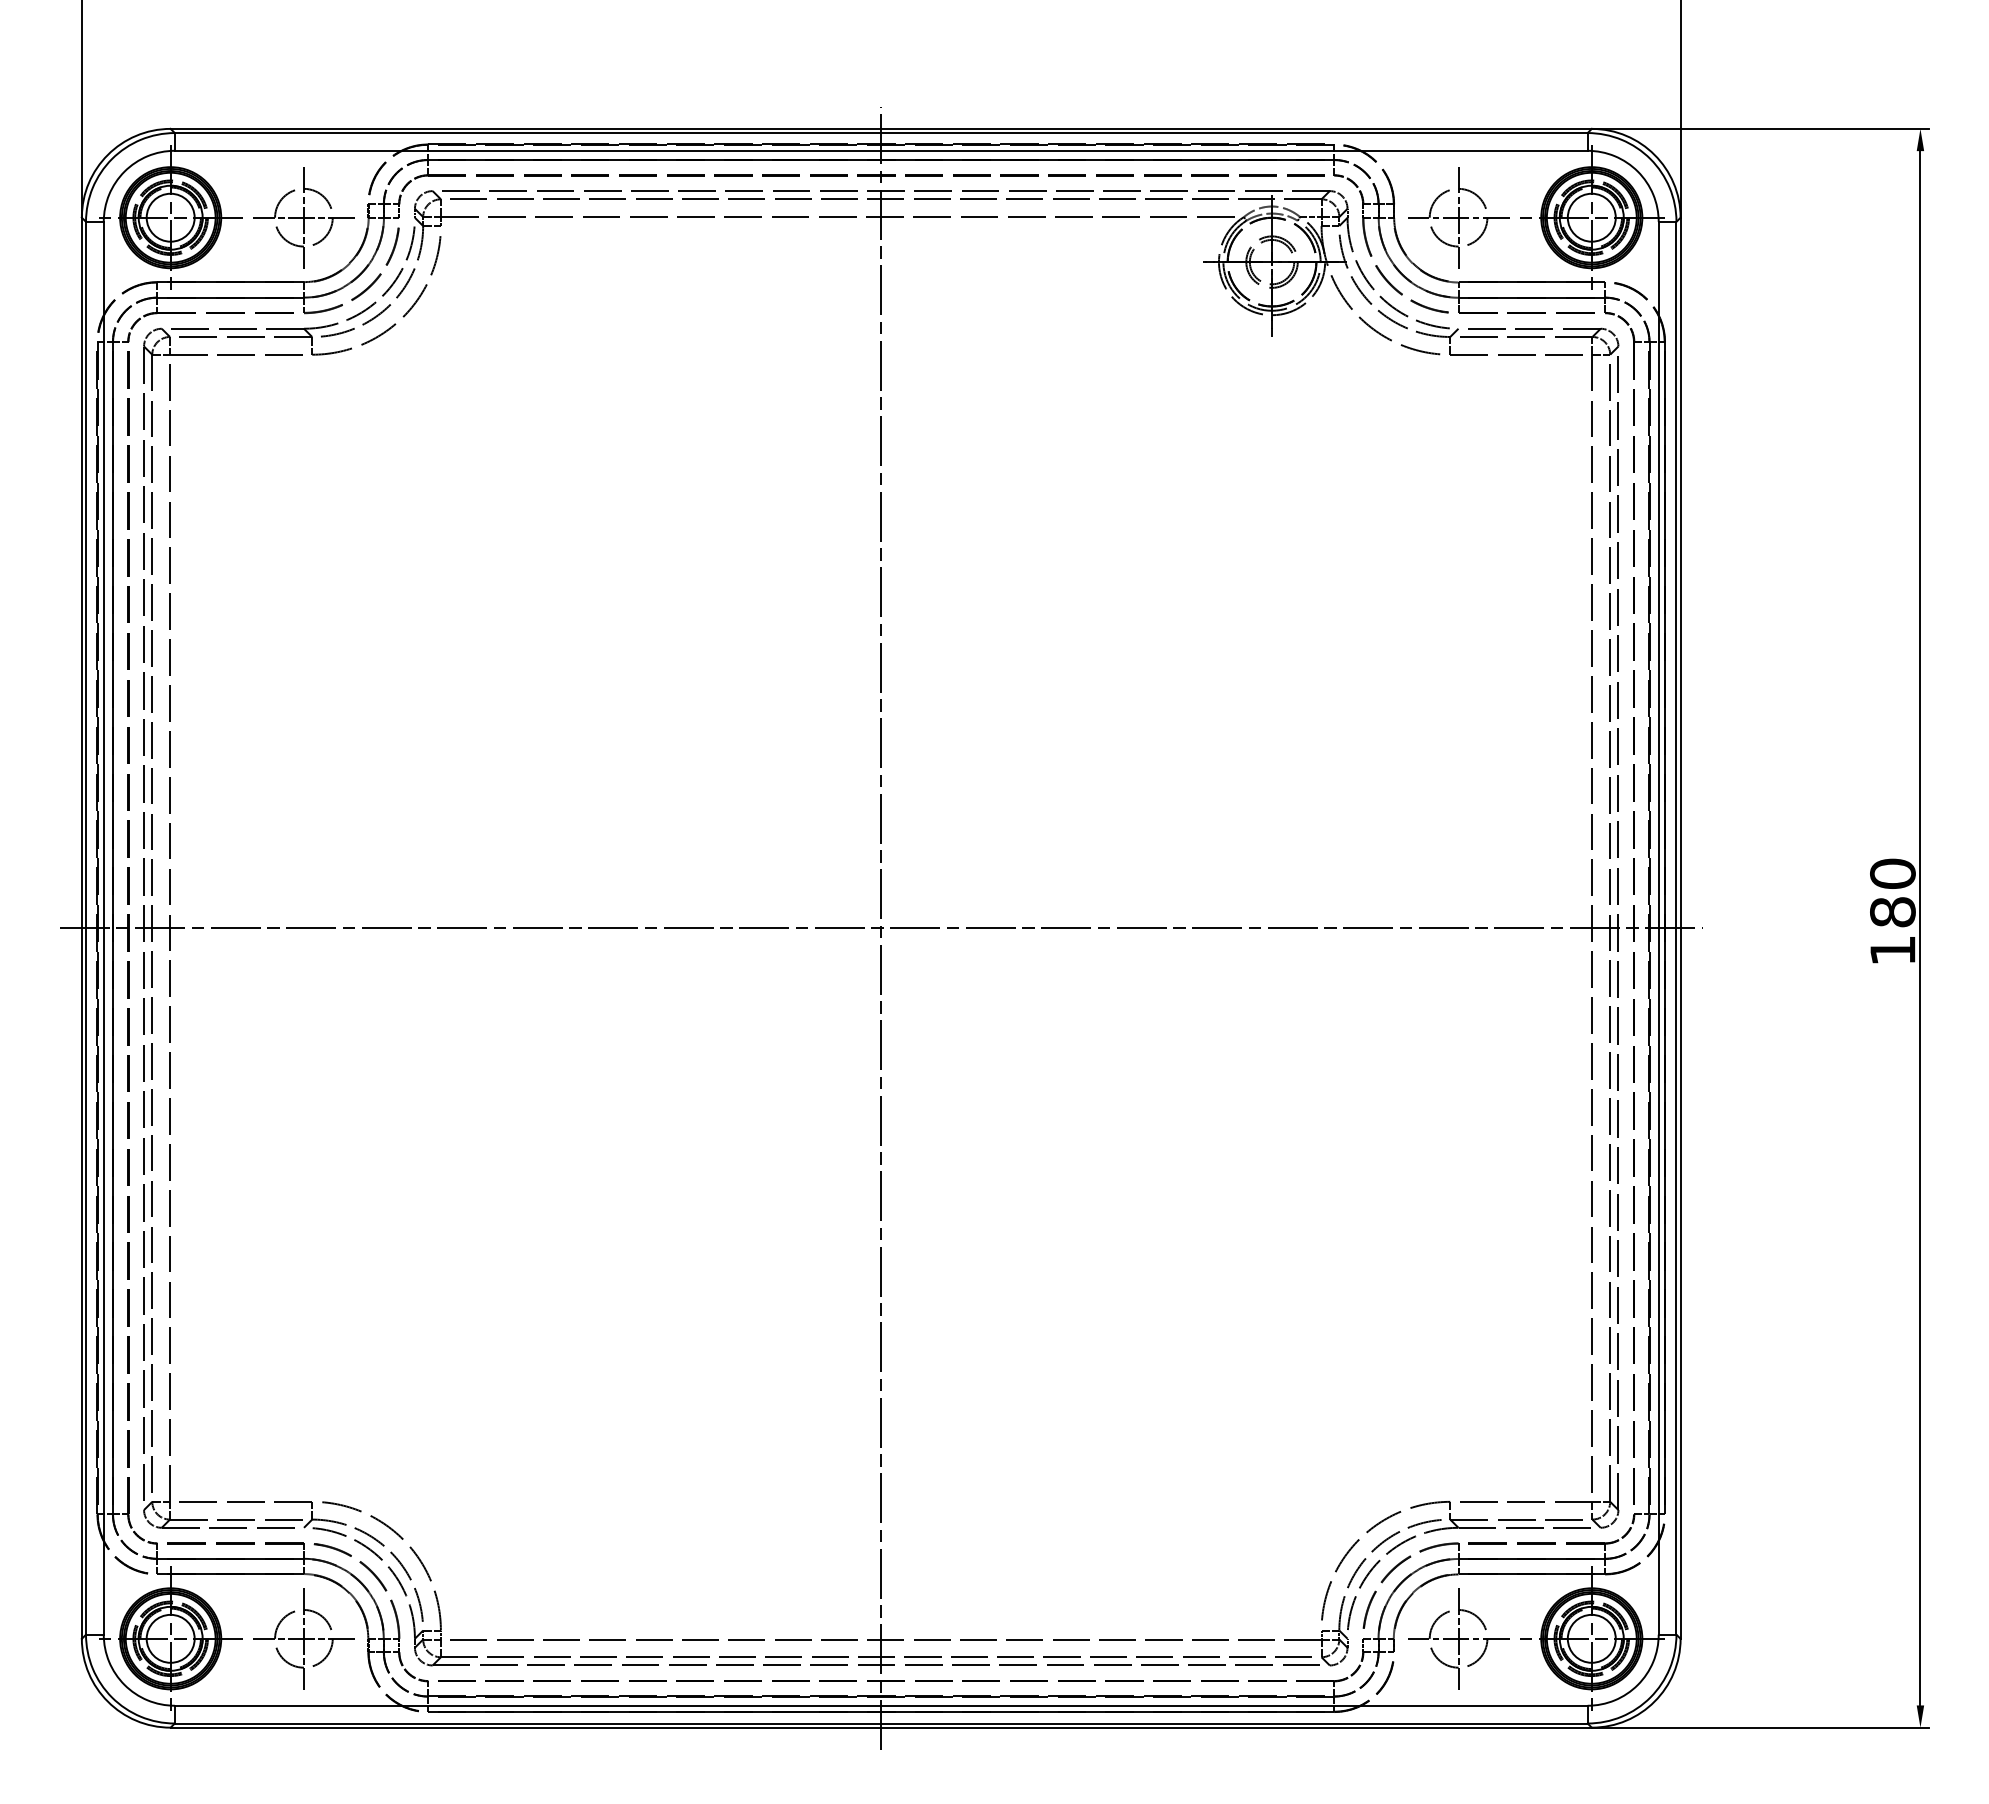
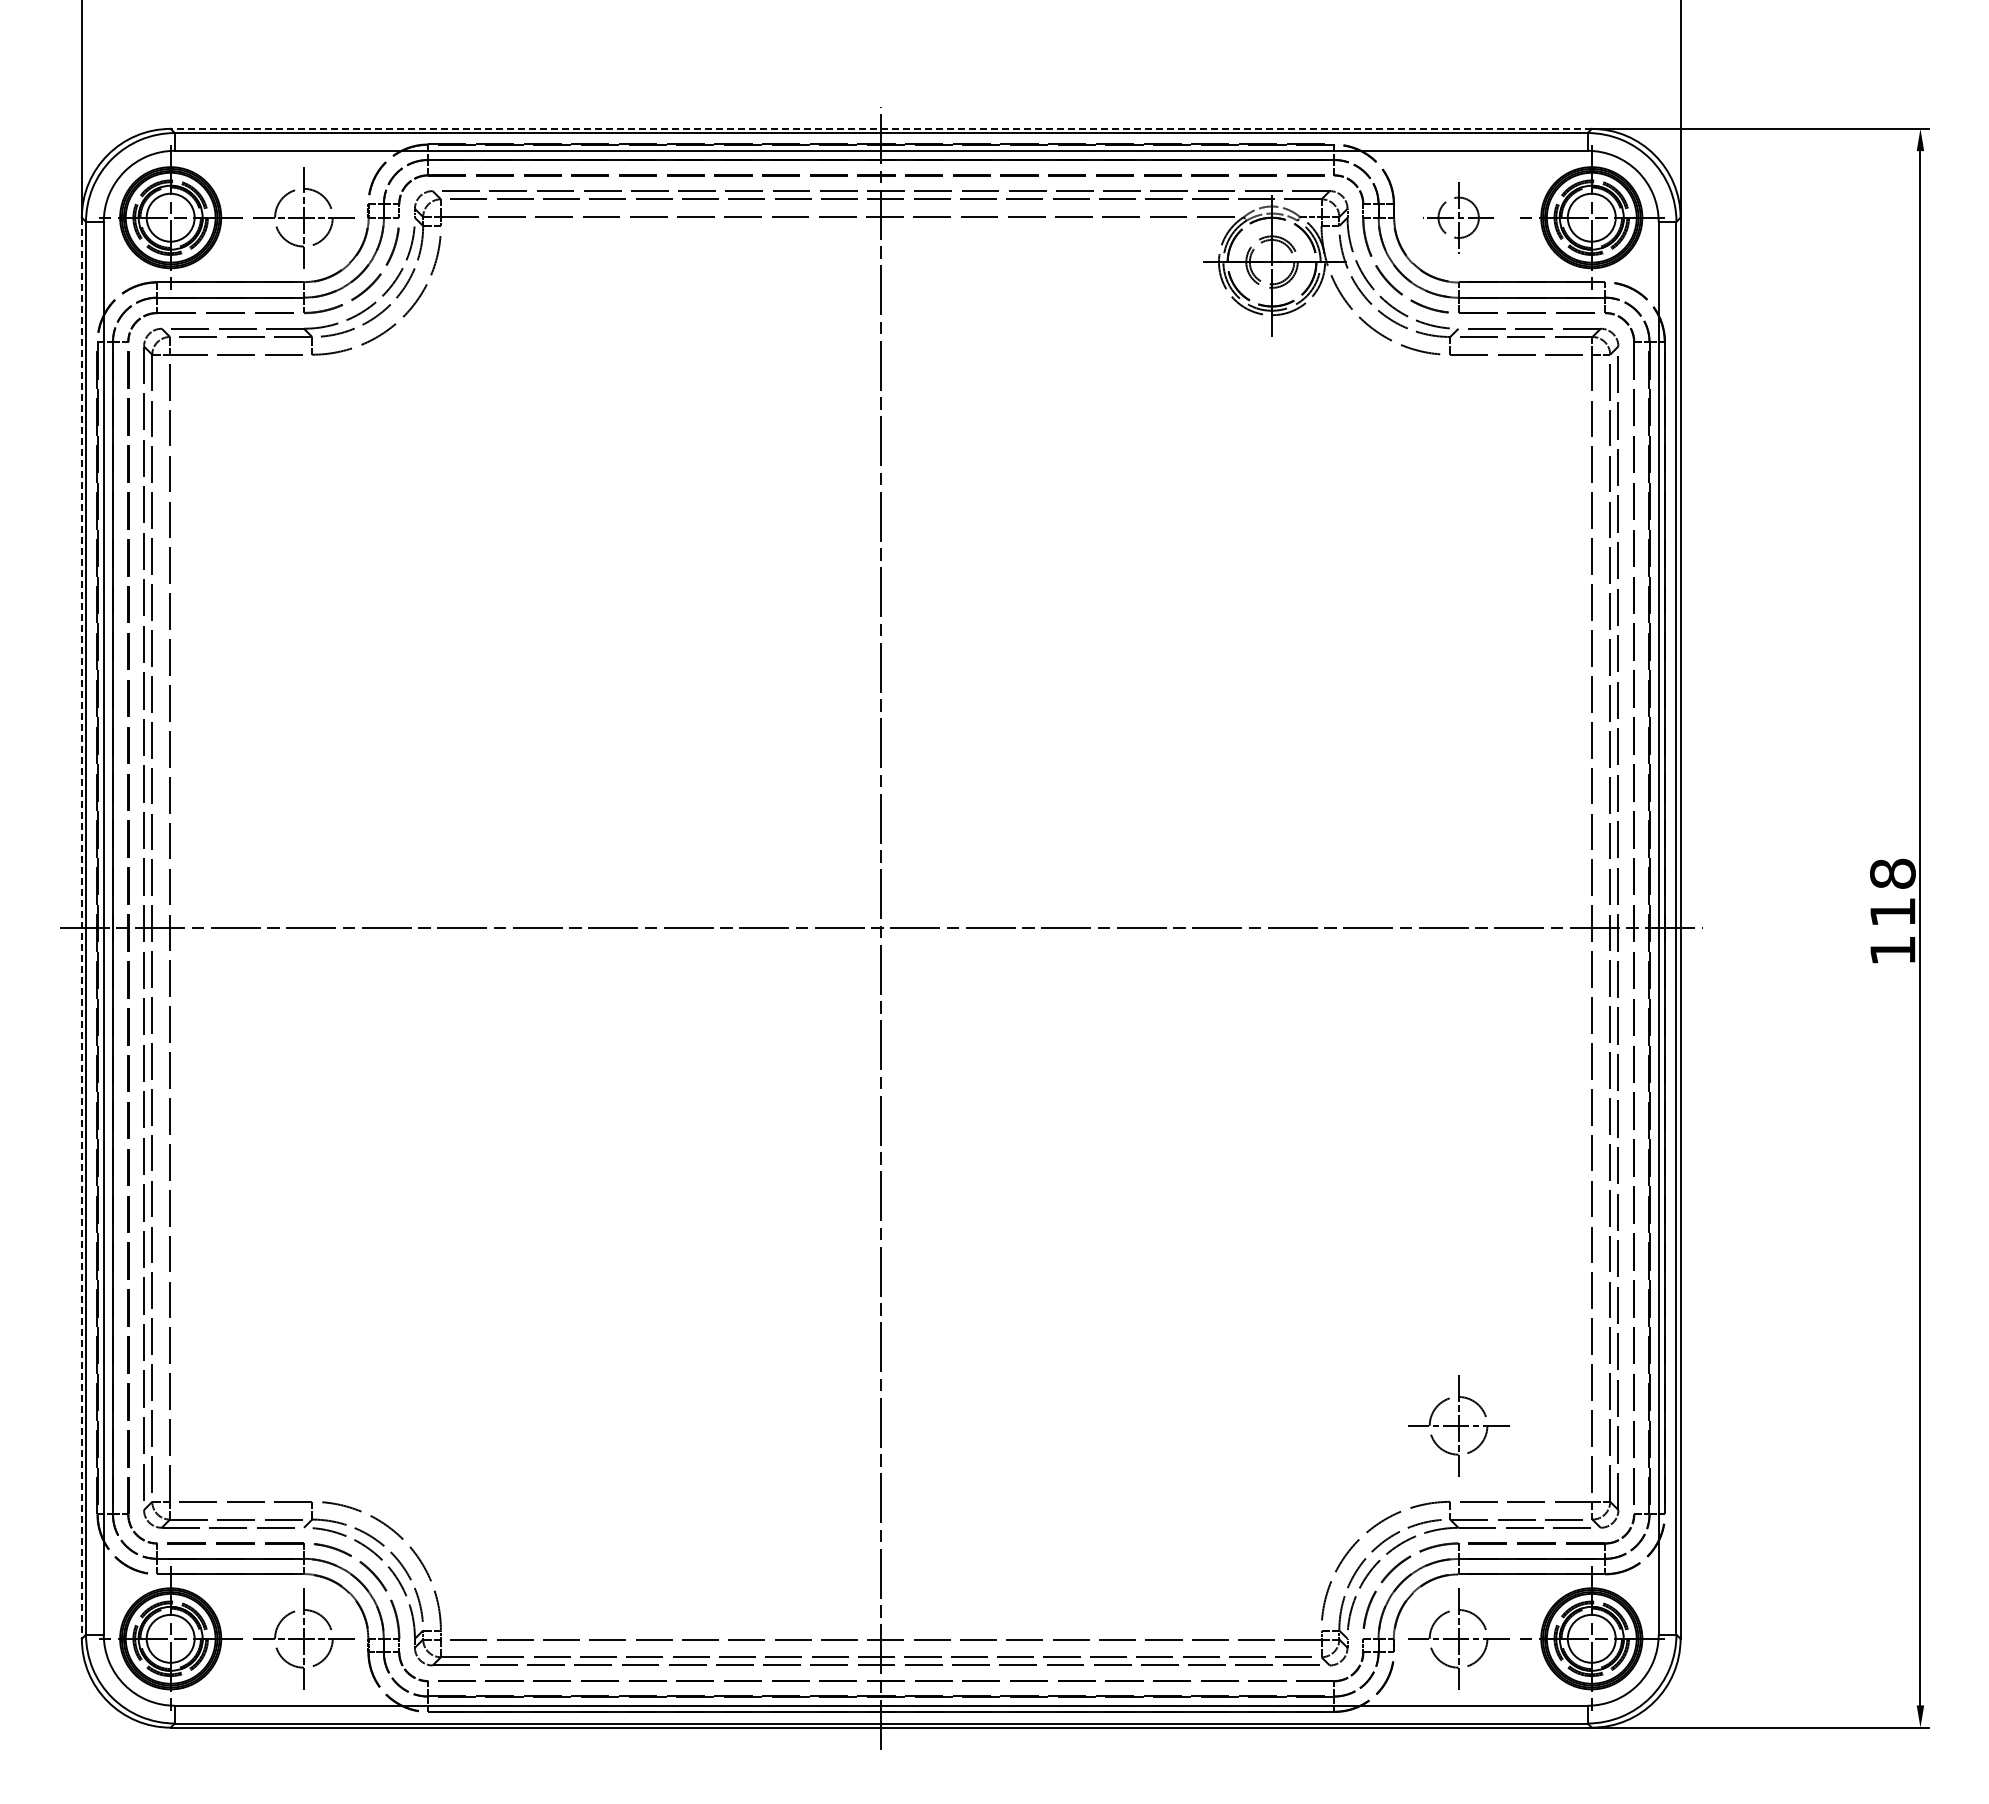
line at (881, 128): solid -> dashed
part at (1458, 217) size: 102x102 px -> 71x72 px
text at (1892, 892): 180 -> 118
line at (81, 928): solid -> dashed
part at (1458, 1425): none -> present
